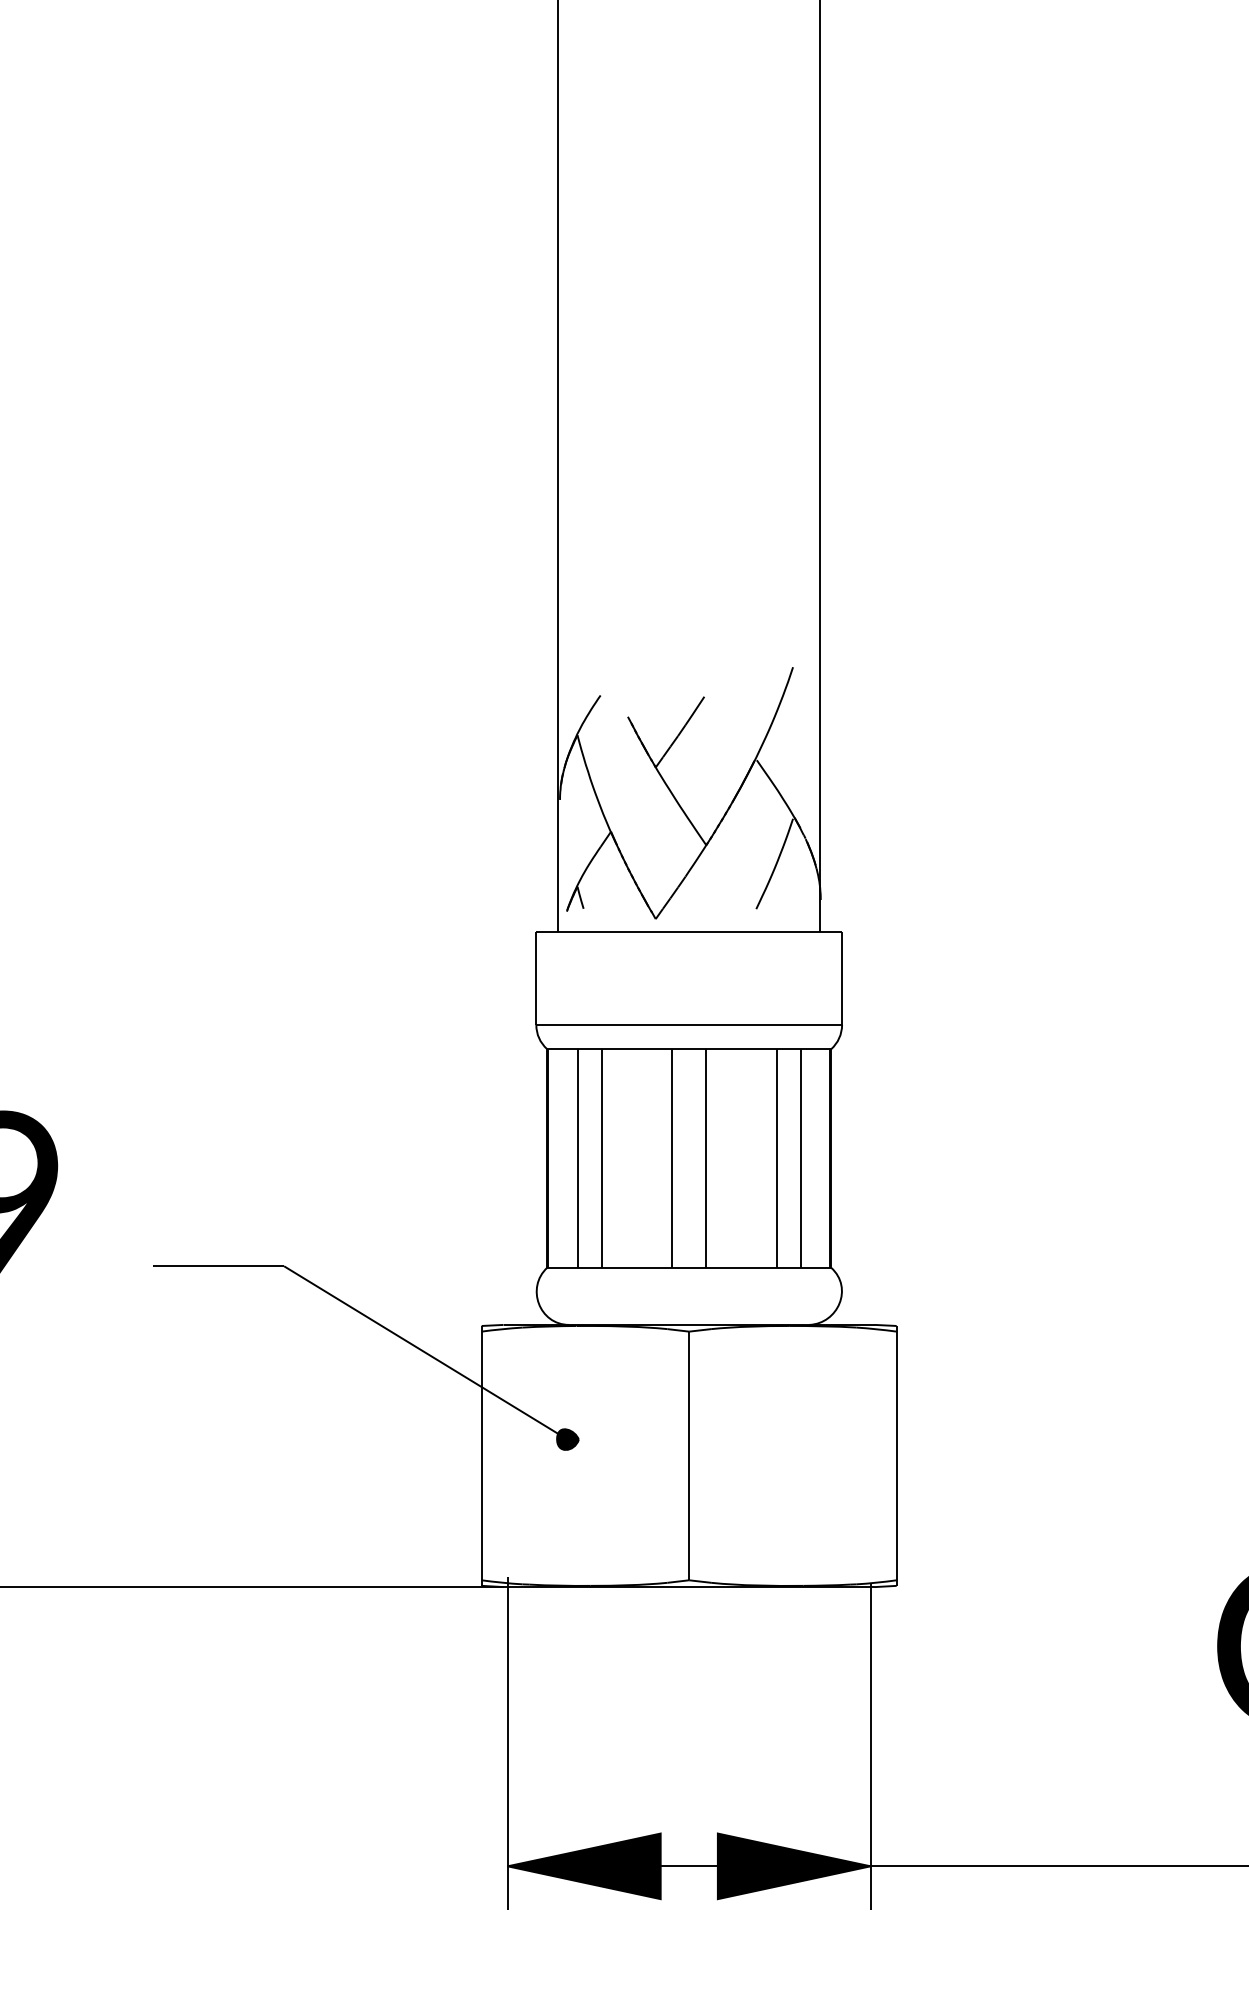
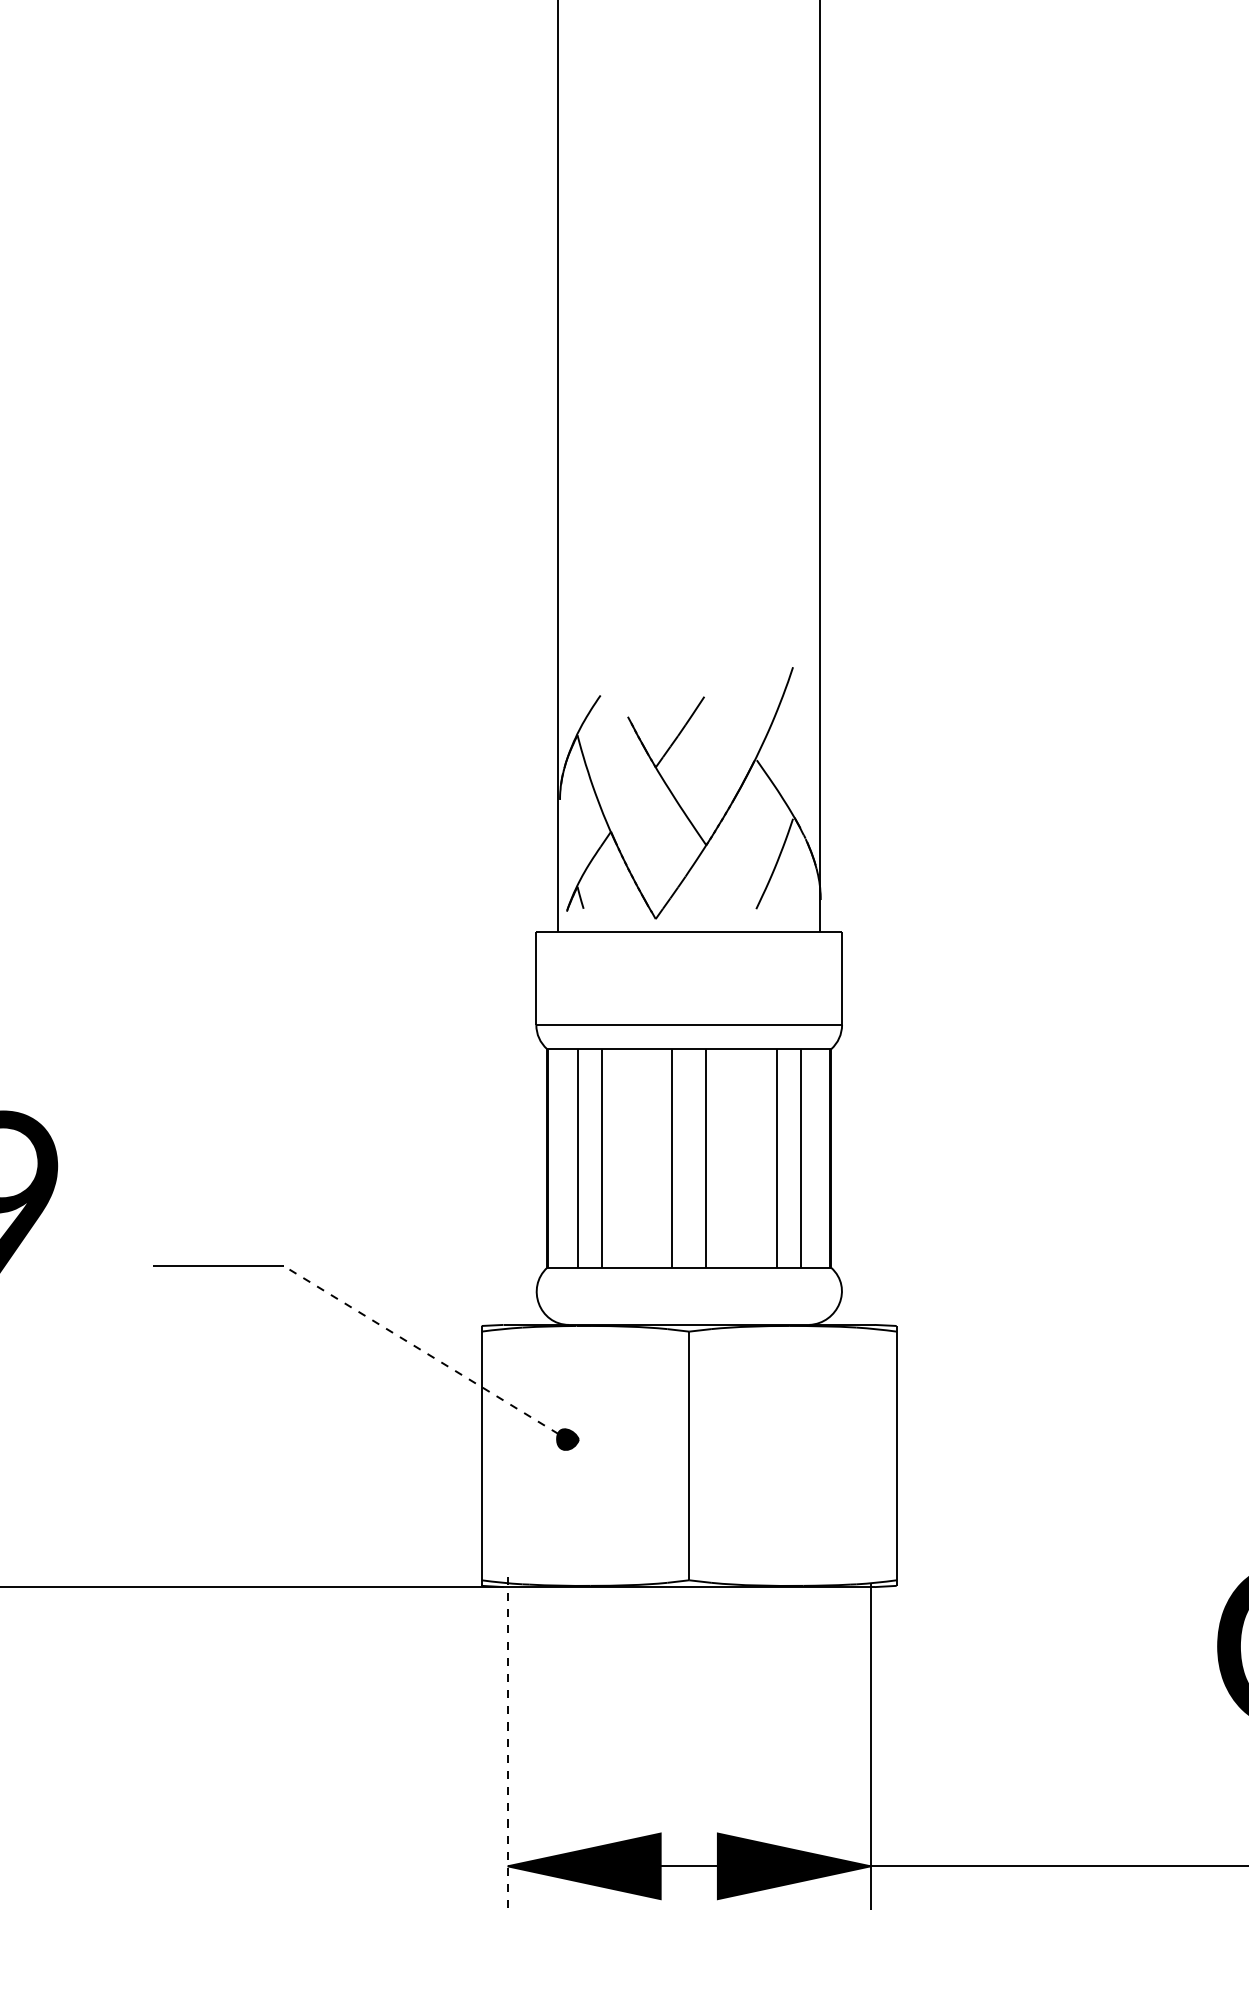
line at (421, 1350): solid -> dashed
line at (507, 1743): solid -> dashed
